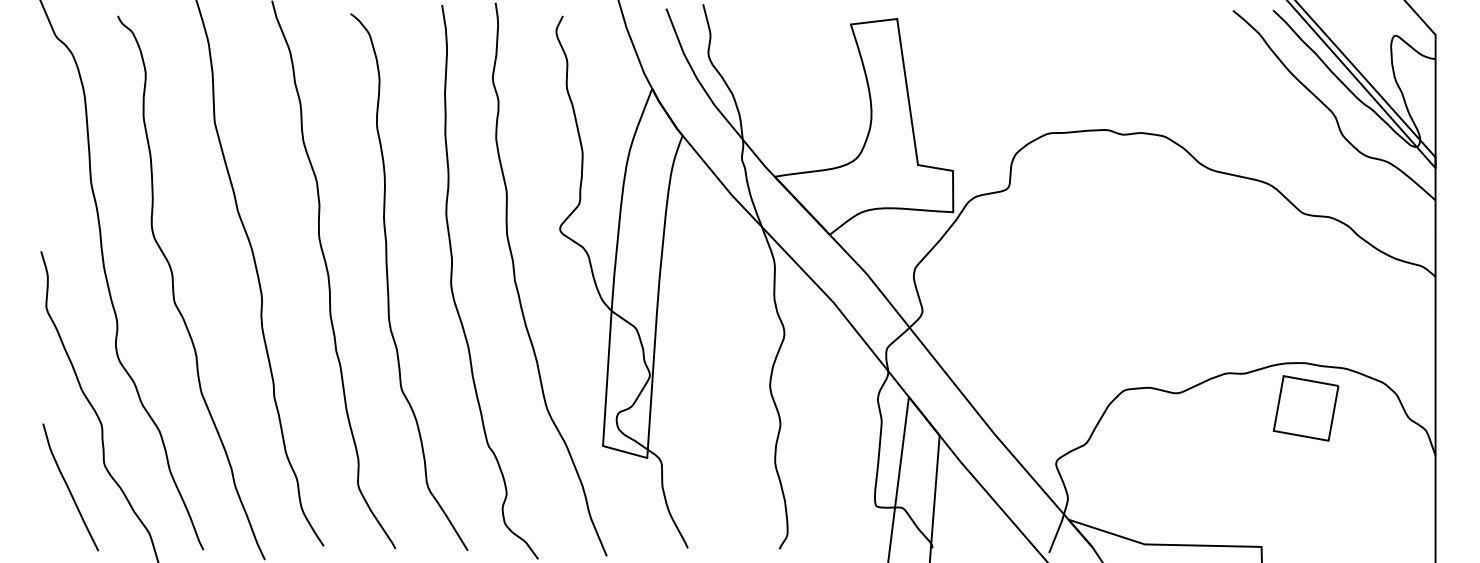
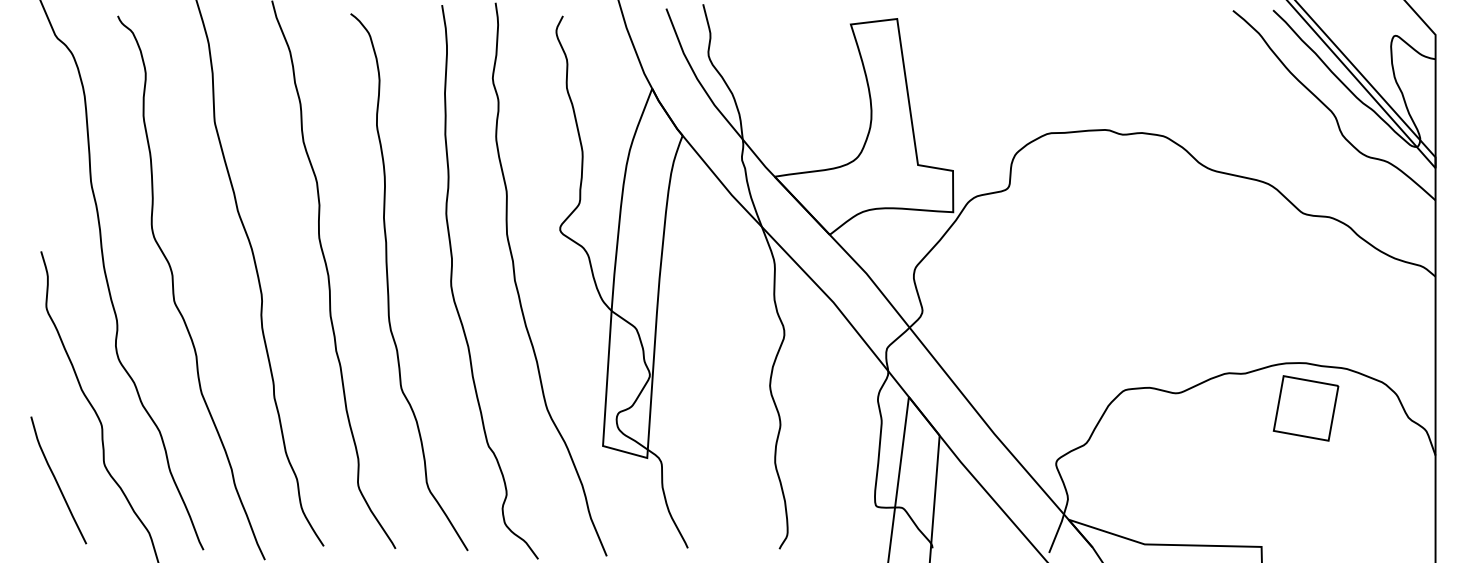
curve at (69, 487) position: (69, 487) -> (57, 480)
